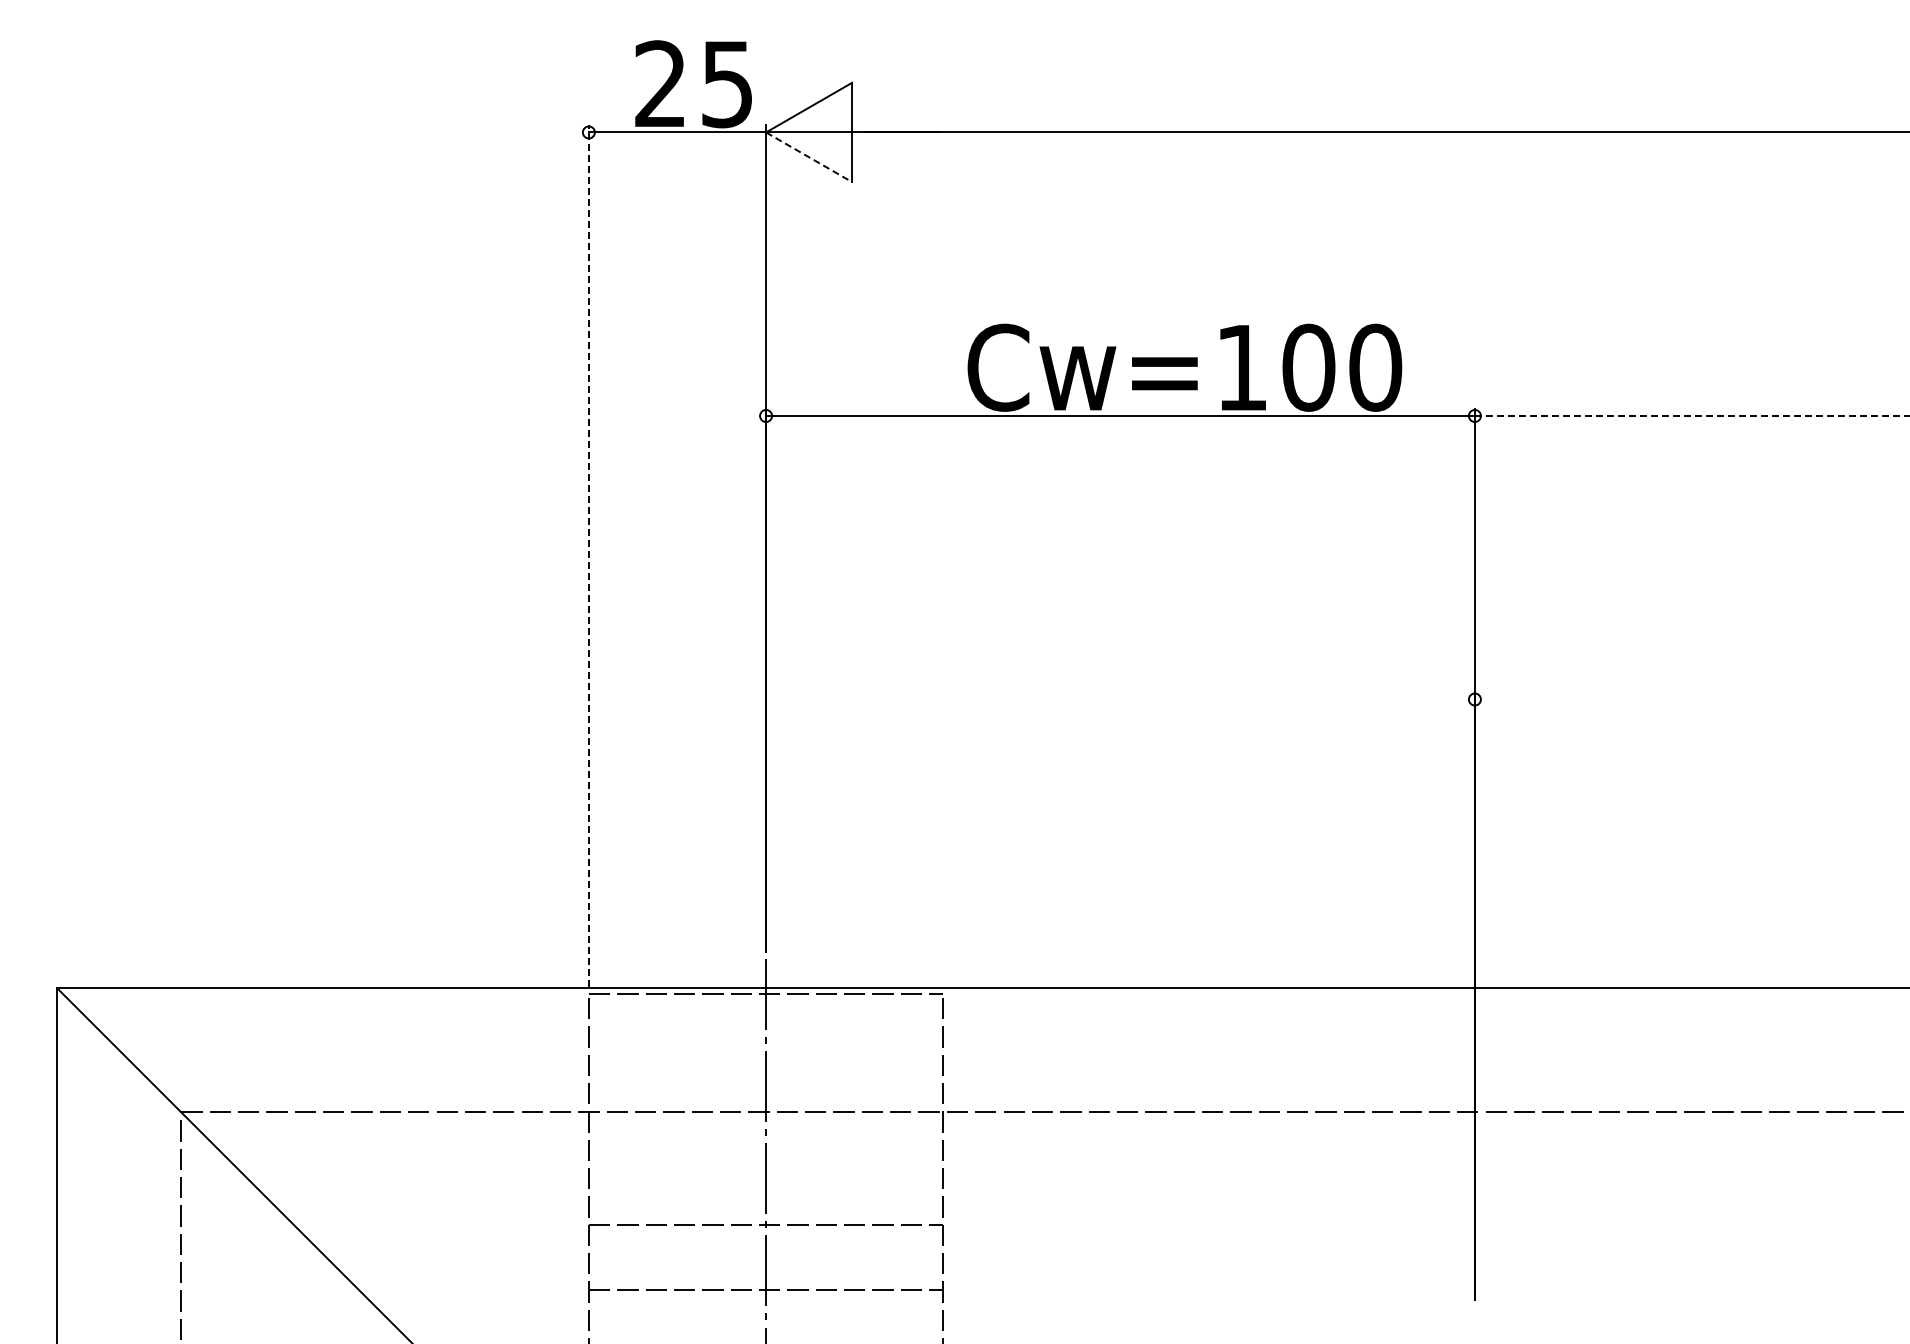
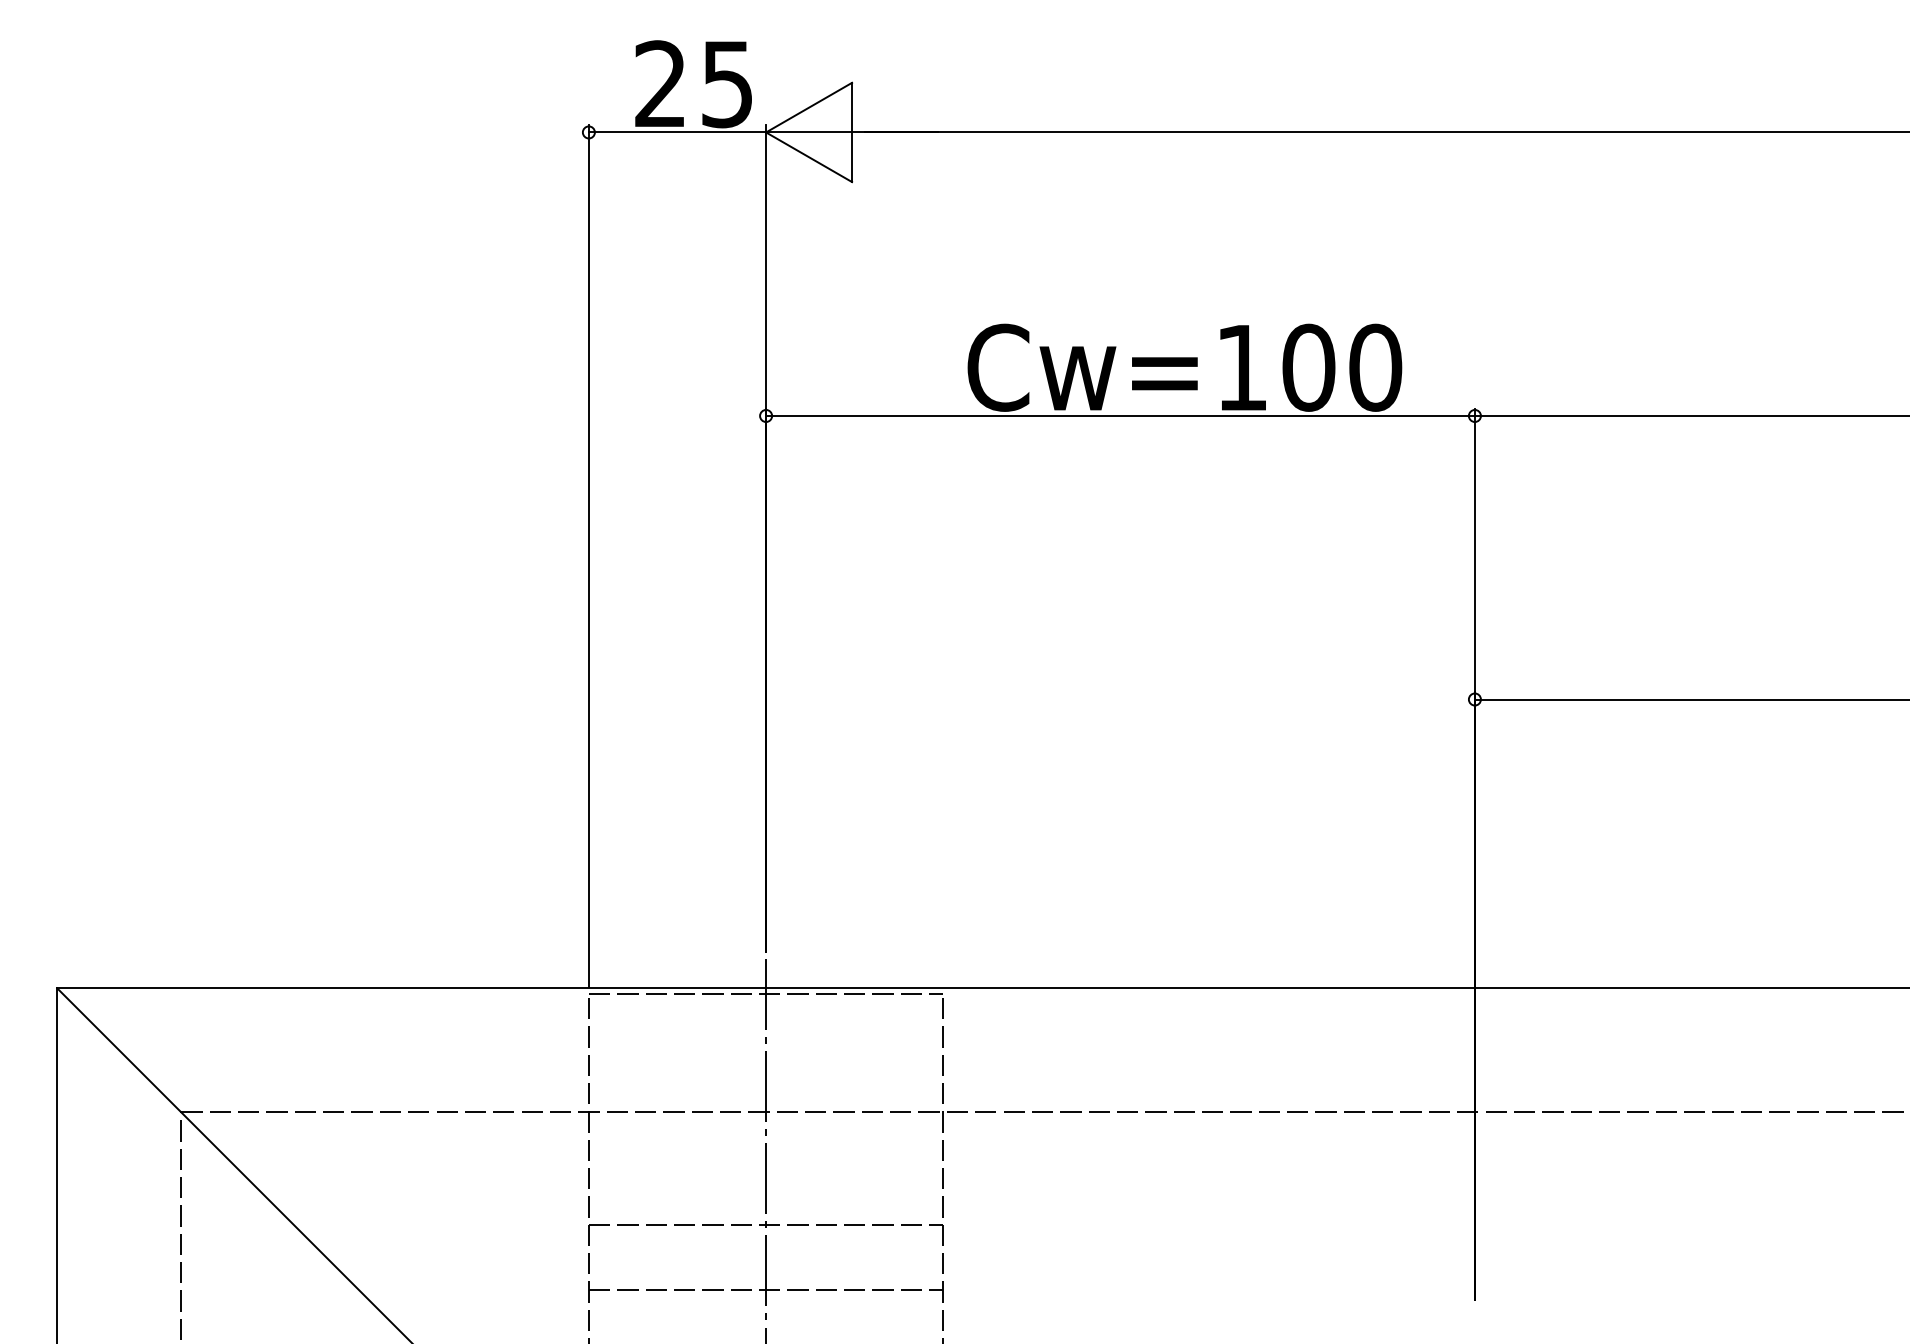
line at (809, 157): dashed -> solid
line at (1692, 415): dashed -> solid
line at (588, 556): dashed -> solid
line at (1690, 699): none -> present
